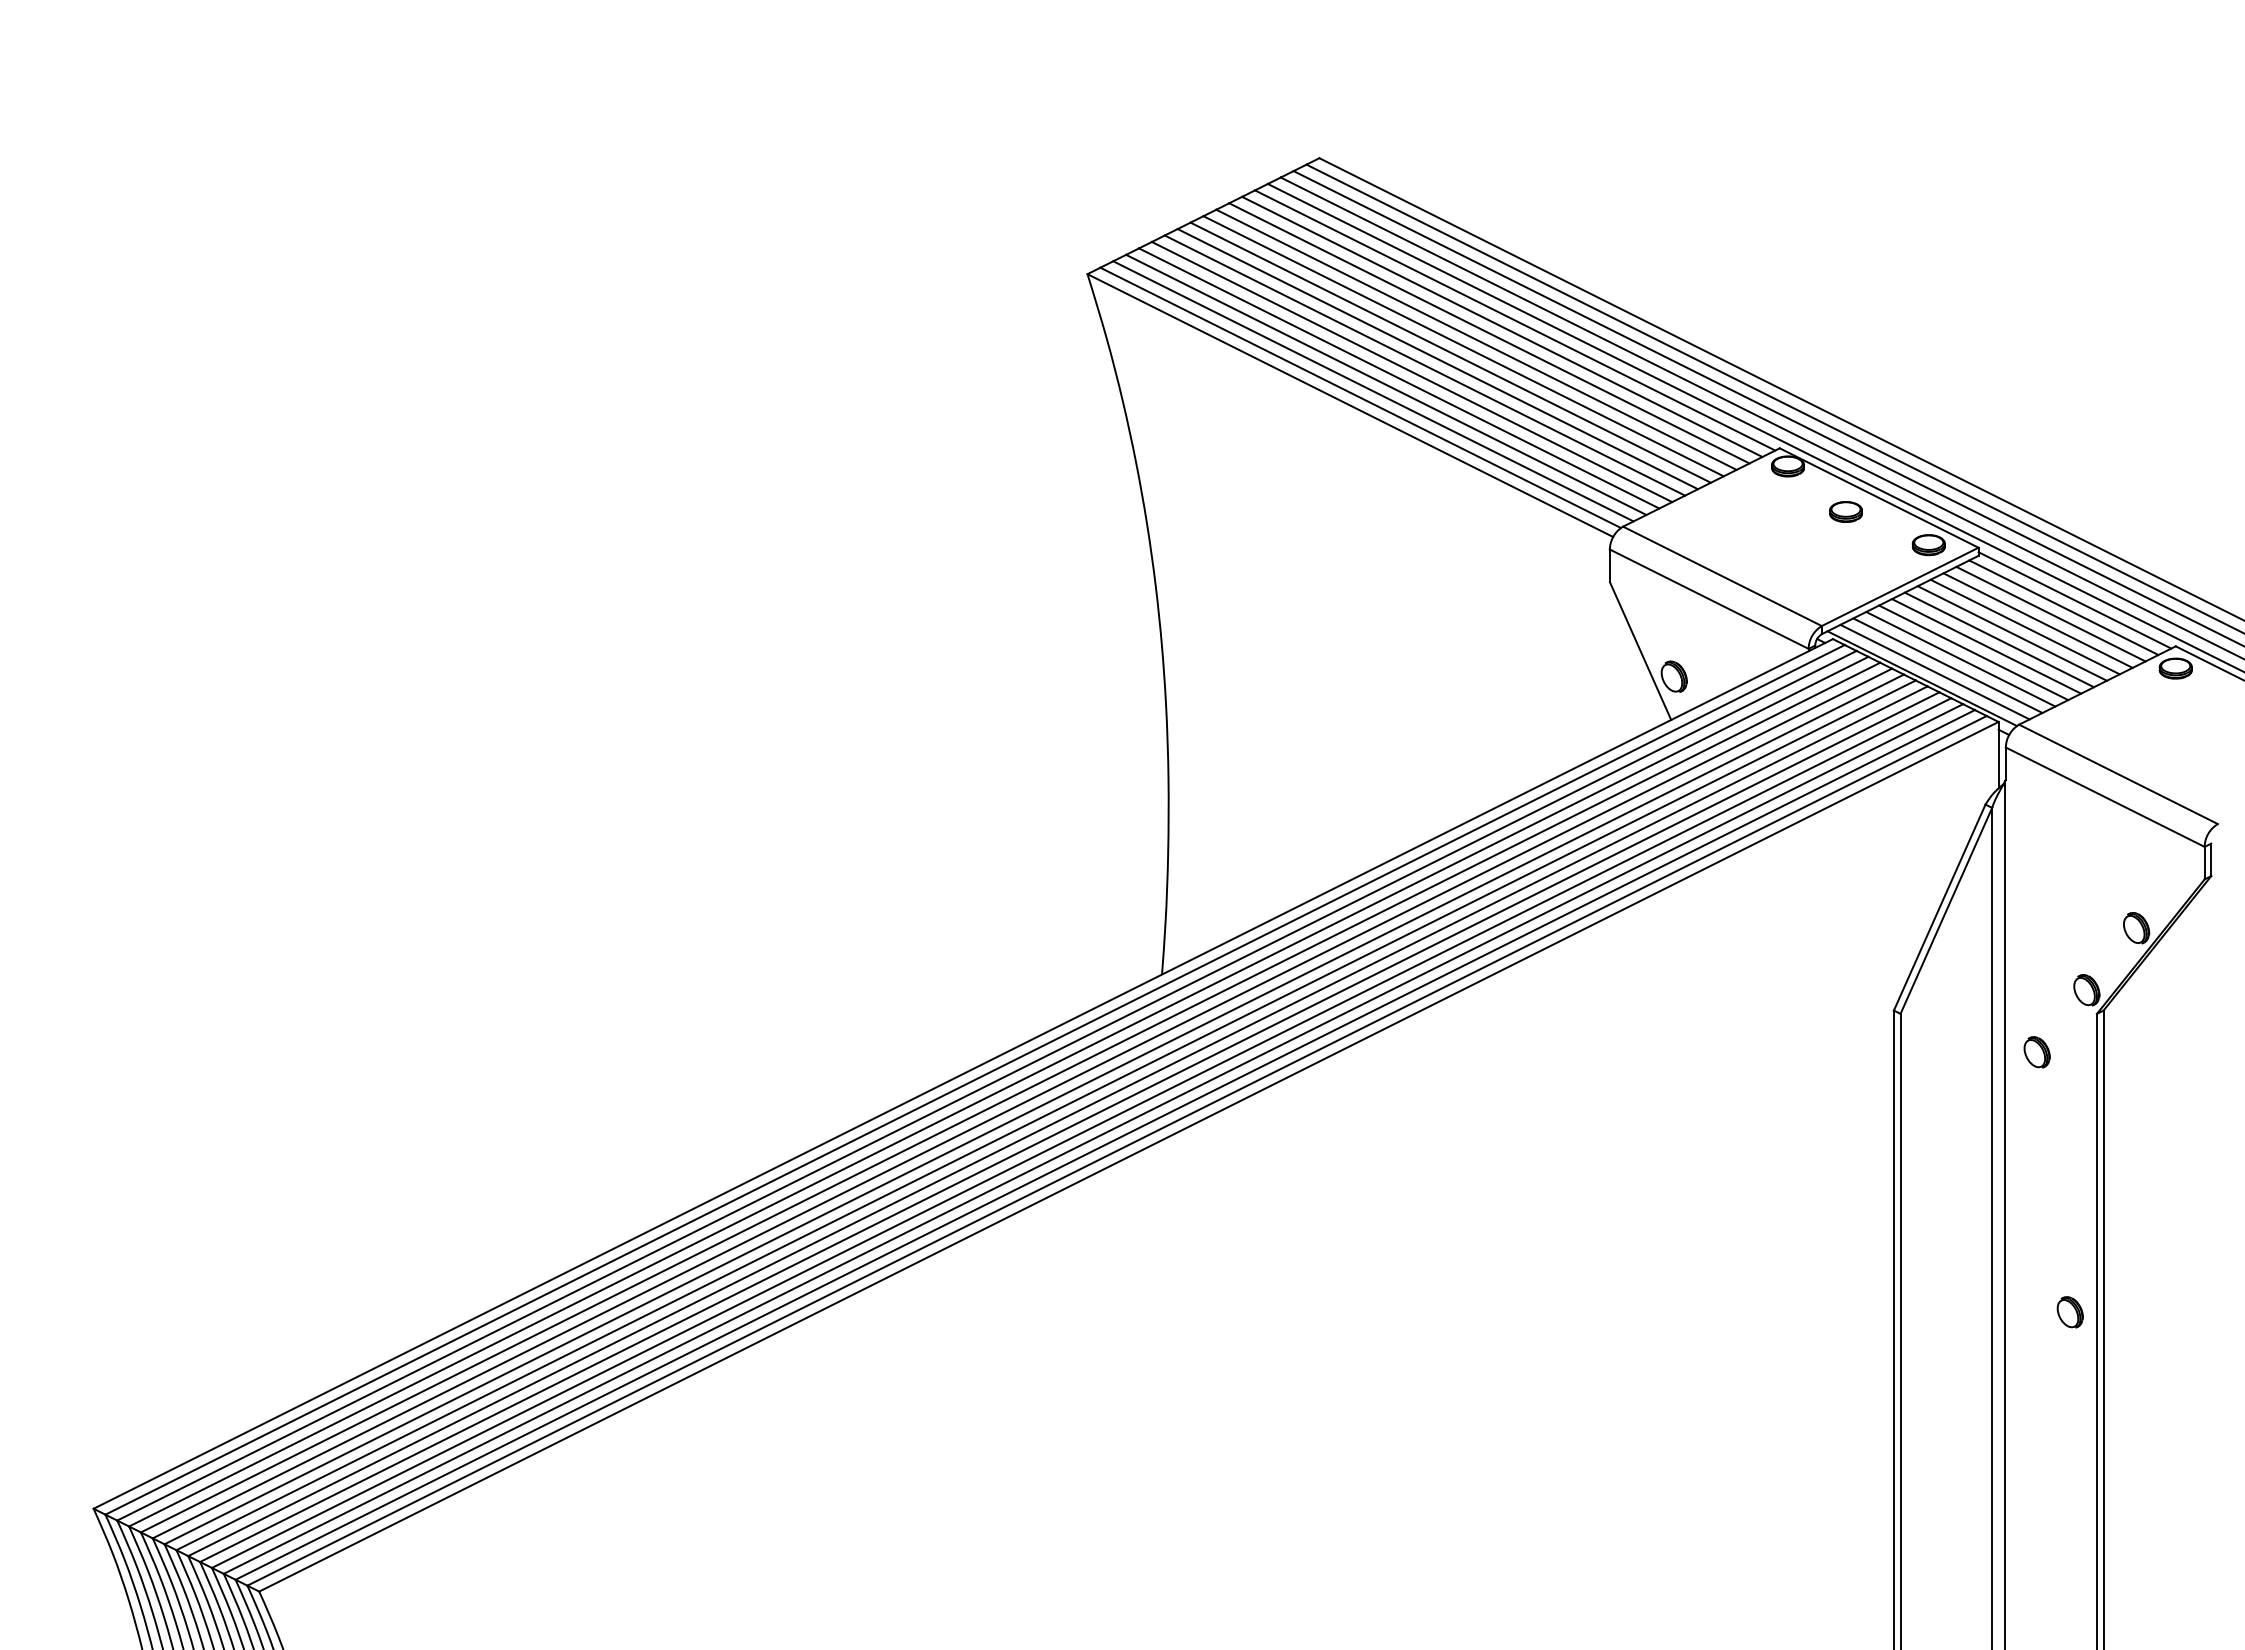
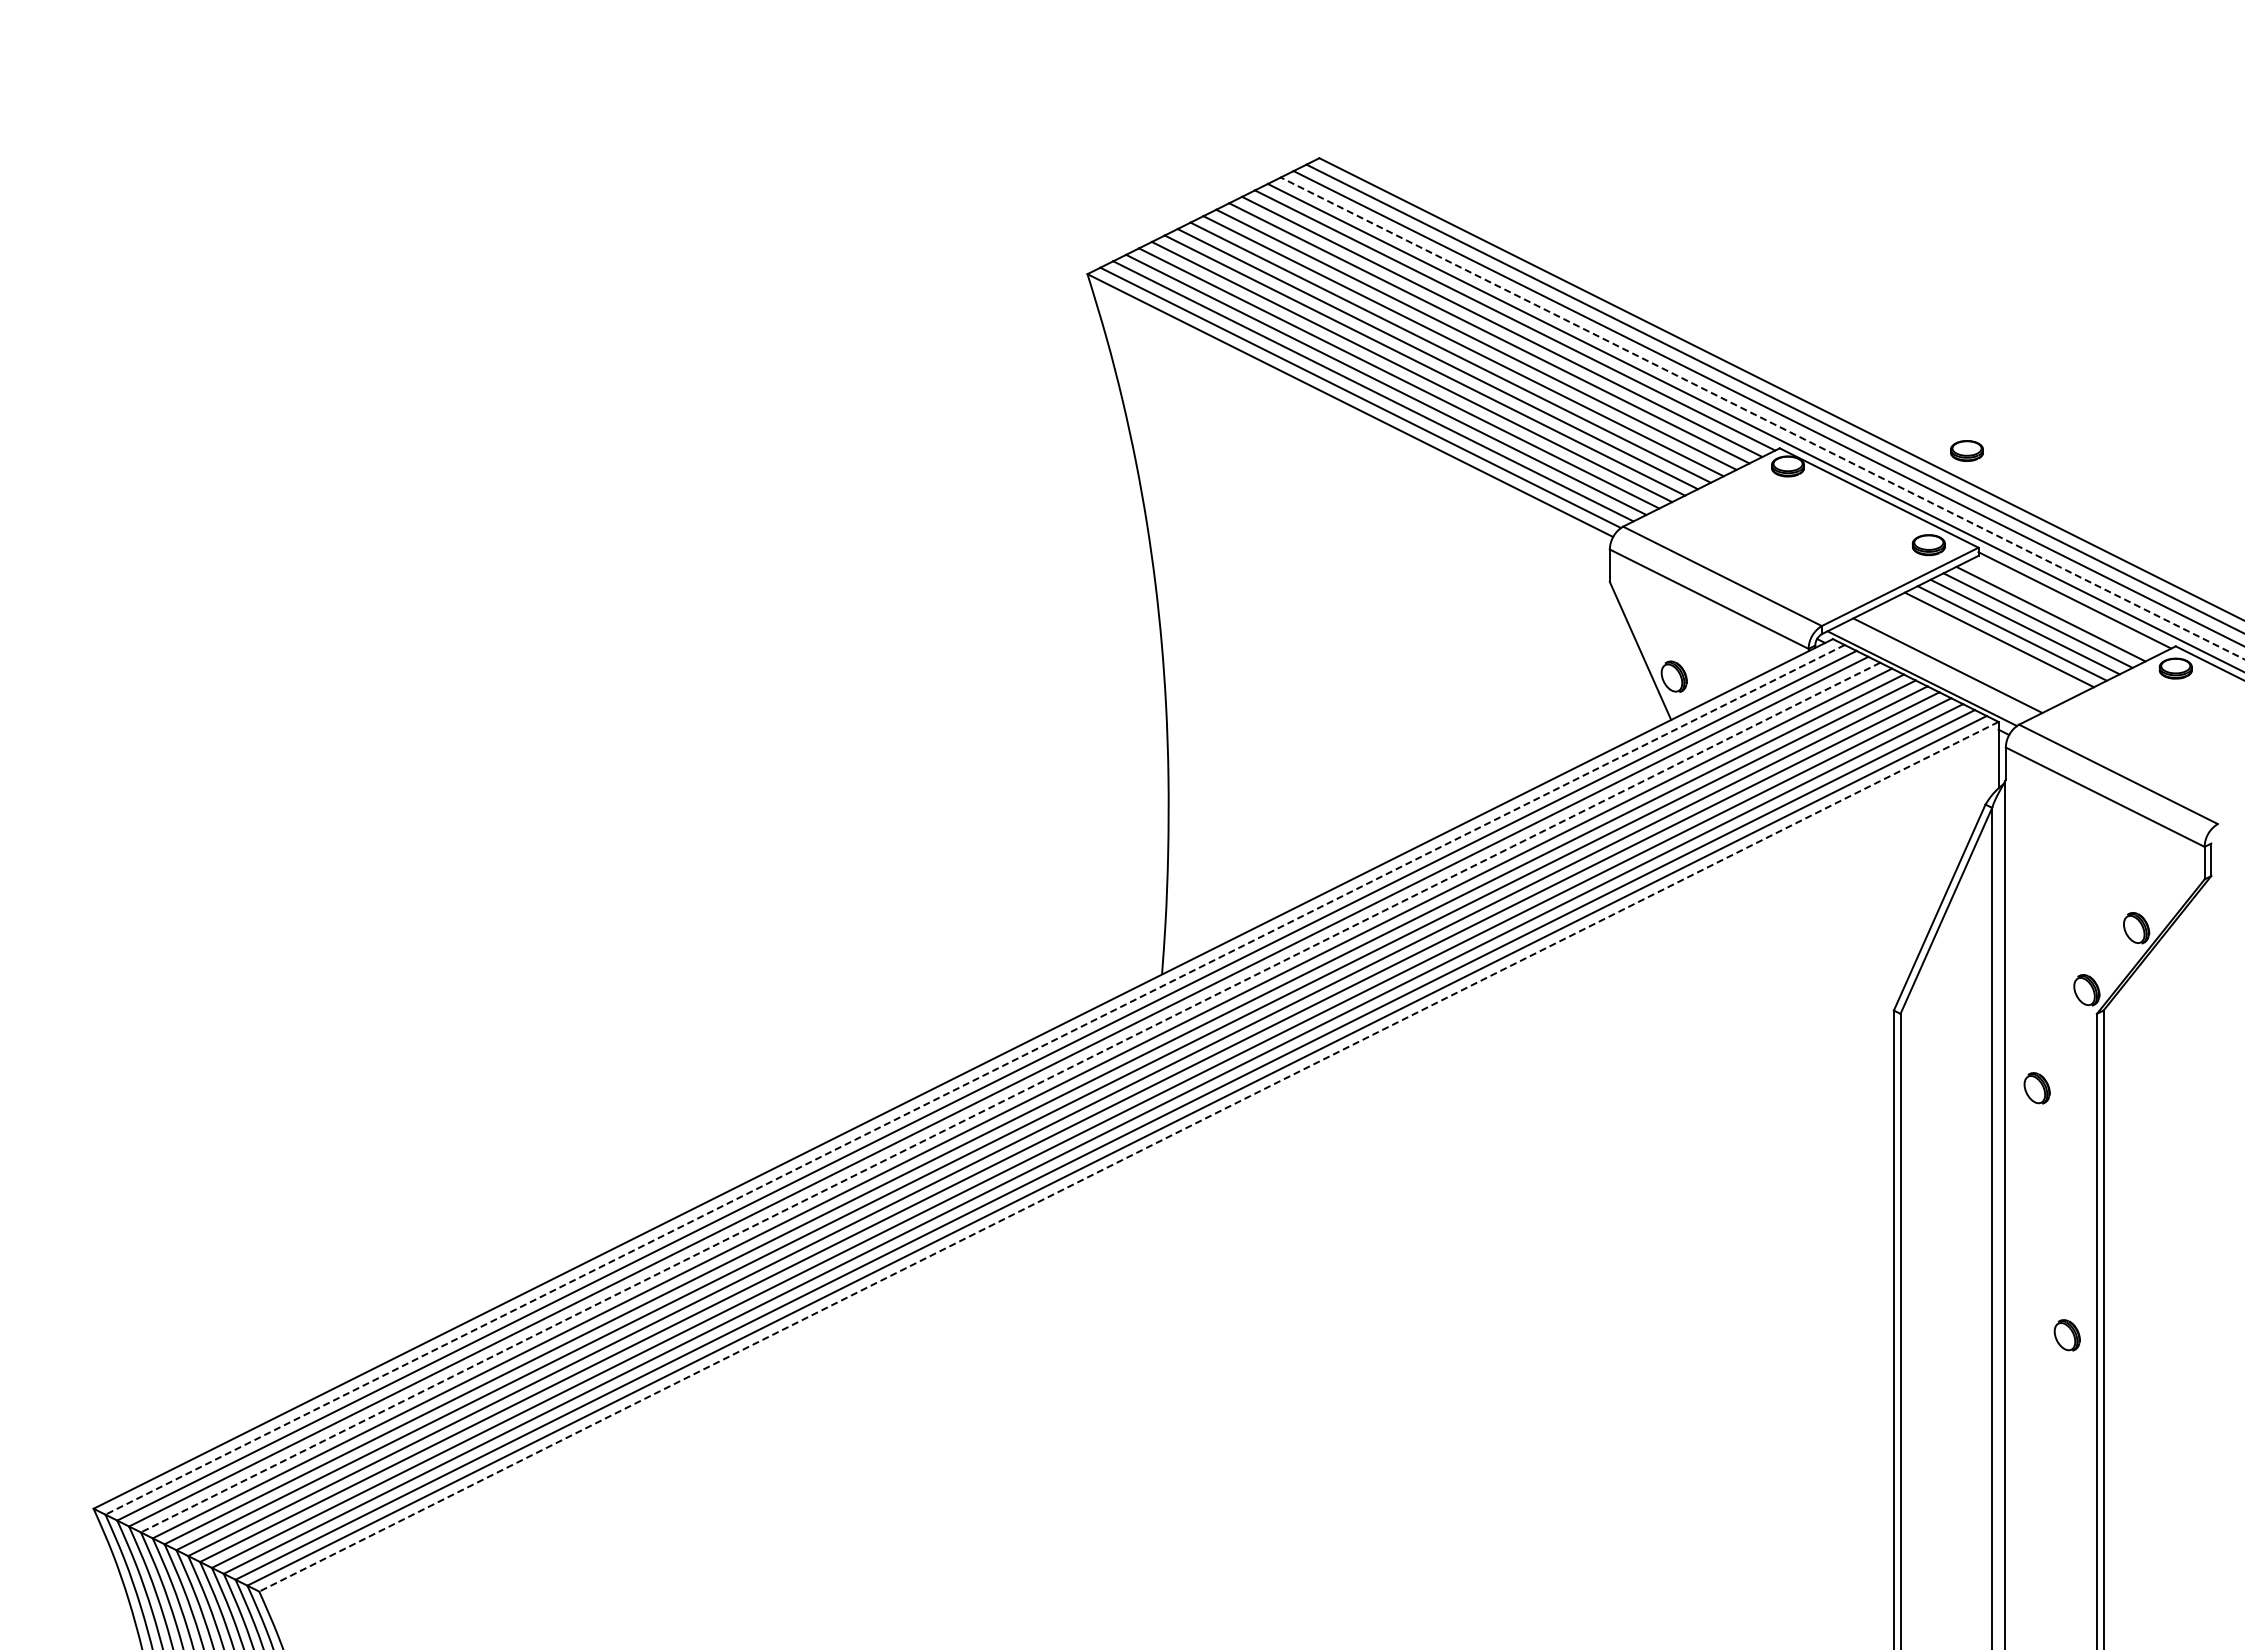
line at (1762, 418): solid -> dashed
part at (1845, 511) position: (1845, 511) -> (1966, 450)
line at (2063, 607): present -> none
line at (1986, 646): present -> none
line at (1973, 652): present -> none
line at (1960, 658): present -> none
line at (1934, 671): present -> none
part at (2036, 1052) position: (2036, 1052) -> (2036, 1088)
line at (974, 1080): solid -> dashed
line at (1010, 1097): solid -> dashed
line at (1128, 1157): solid -> dashed
part at (2069, 1312) position: (2069, 1312) -> (2066, 1335)
